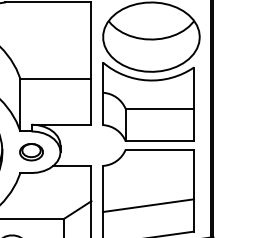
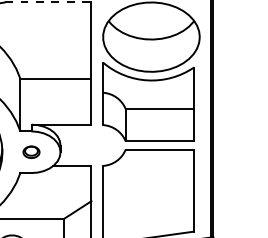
line at (48, 2): solid -> dashed
part at (31, 152) size: 25x19 px -> 19x14 px
line at (148, 205): present -> none
